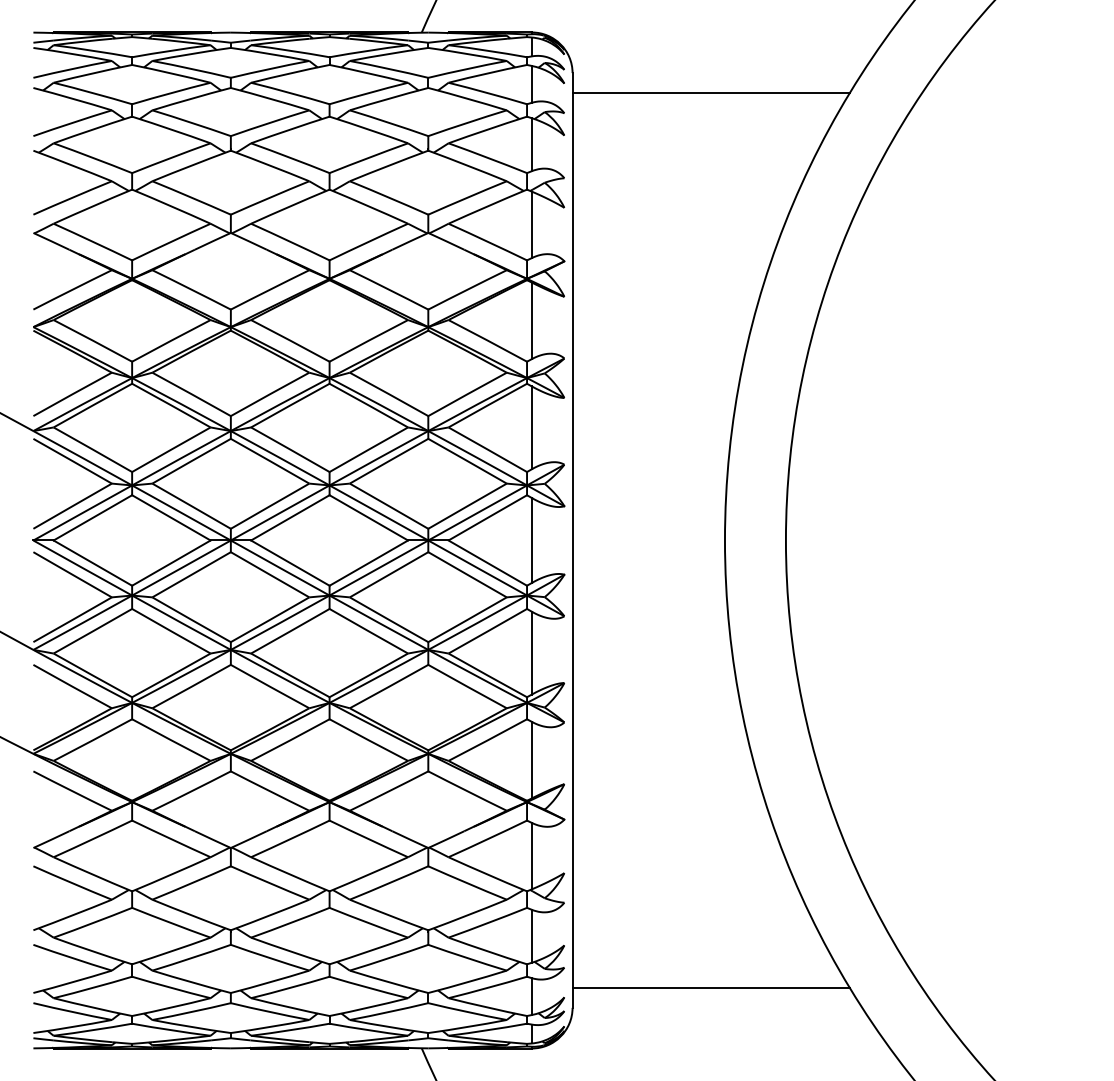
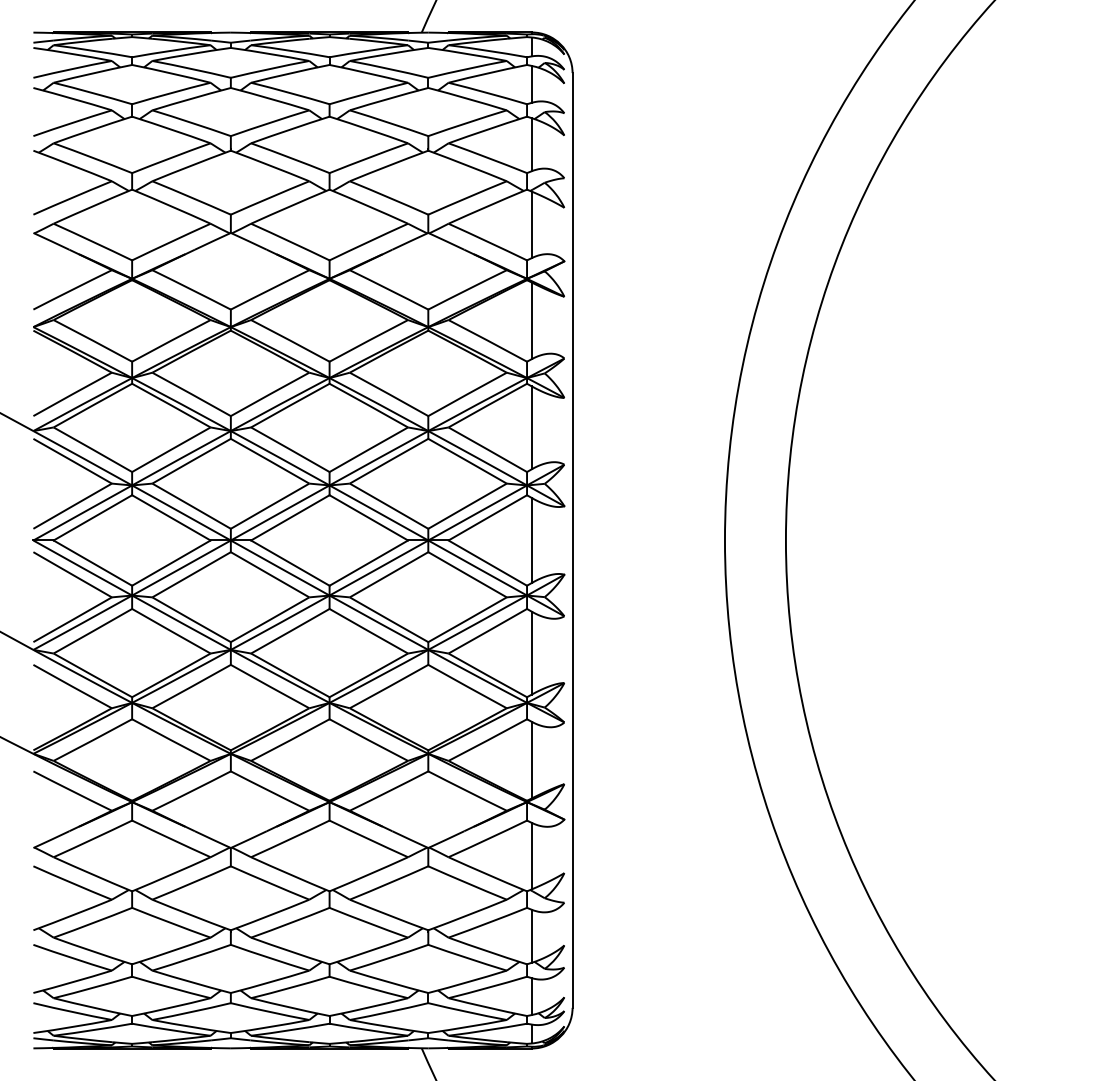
line at (710, 93): present -> none
line at (710, 987): present -> none
